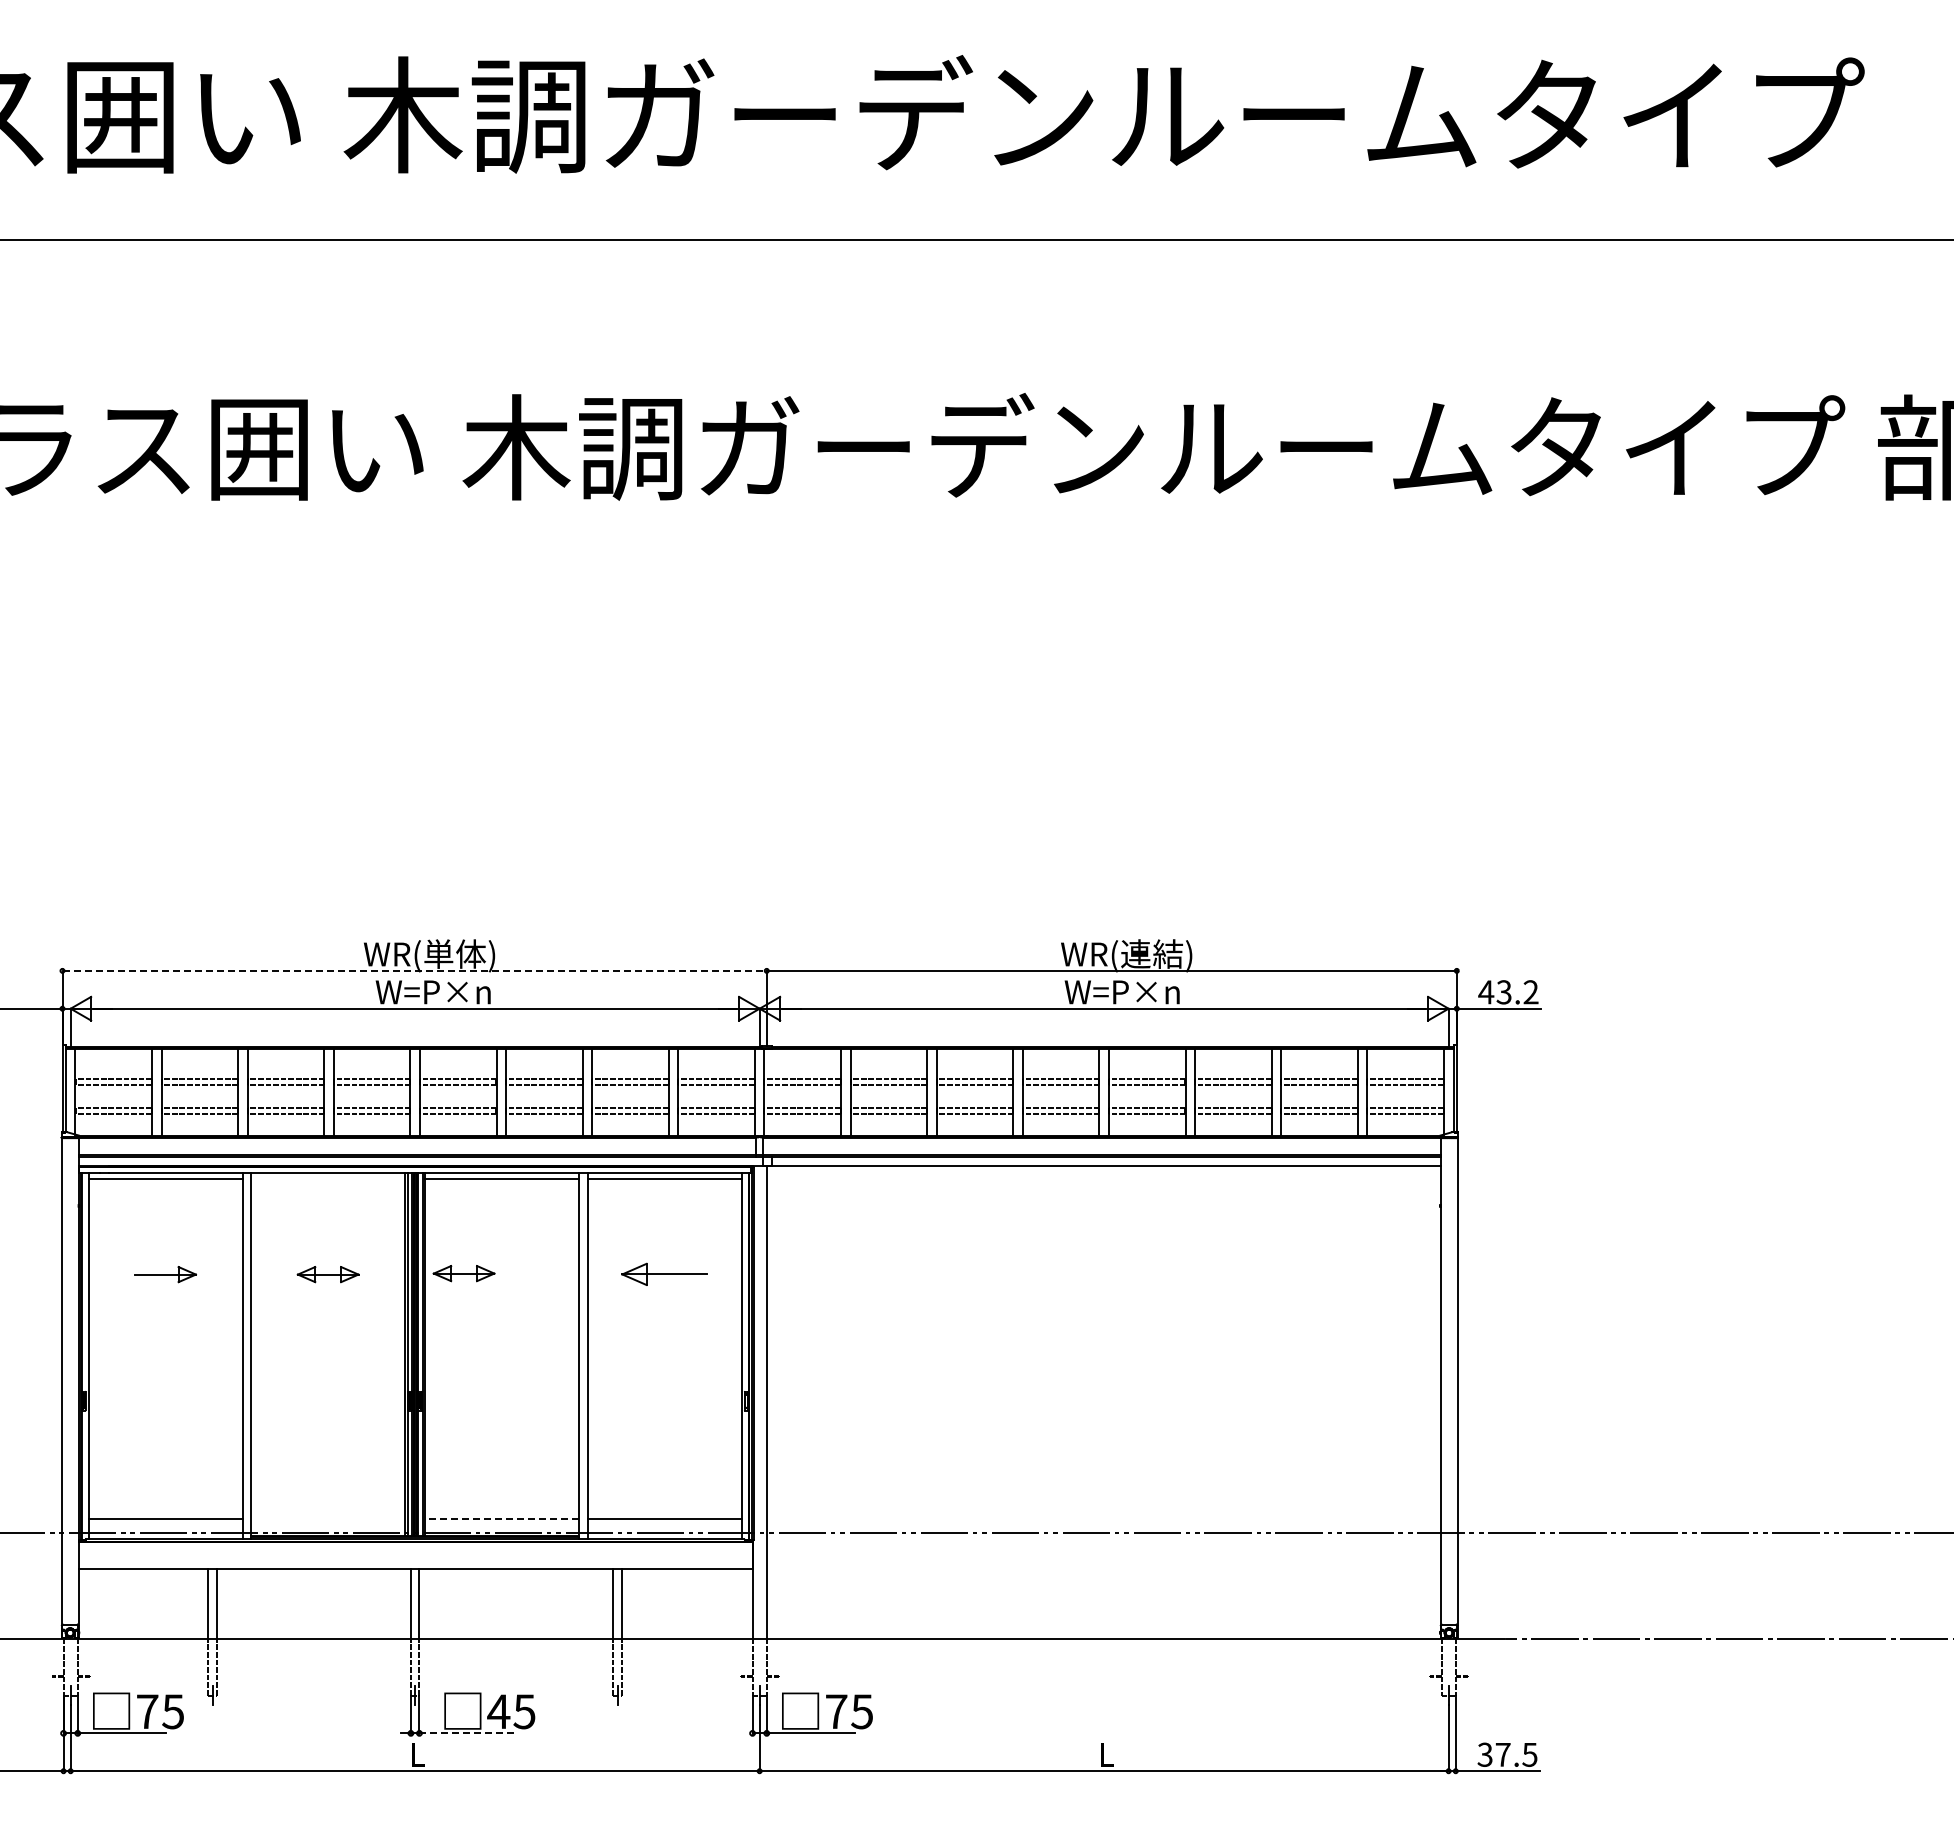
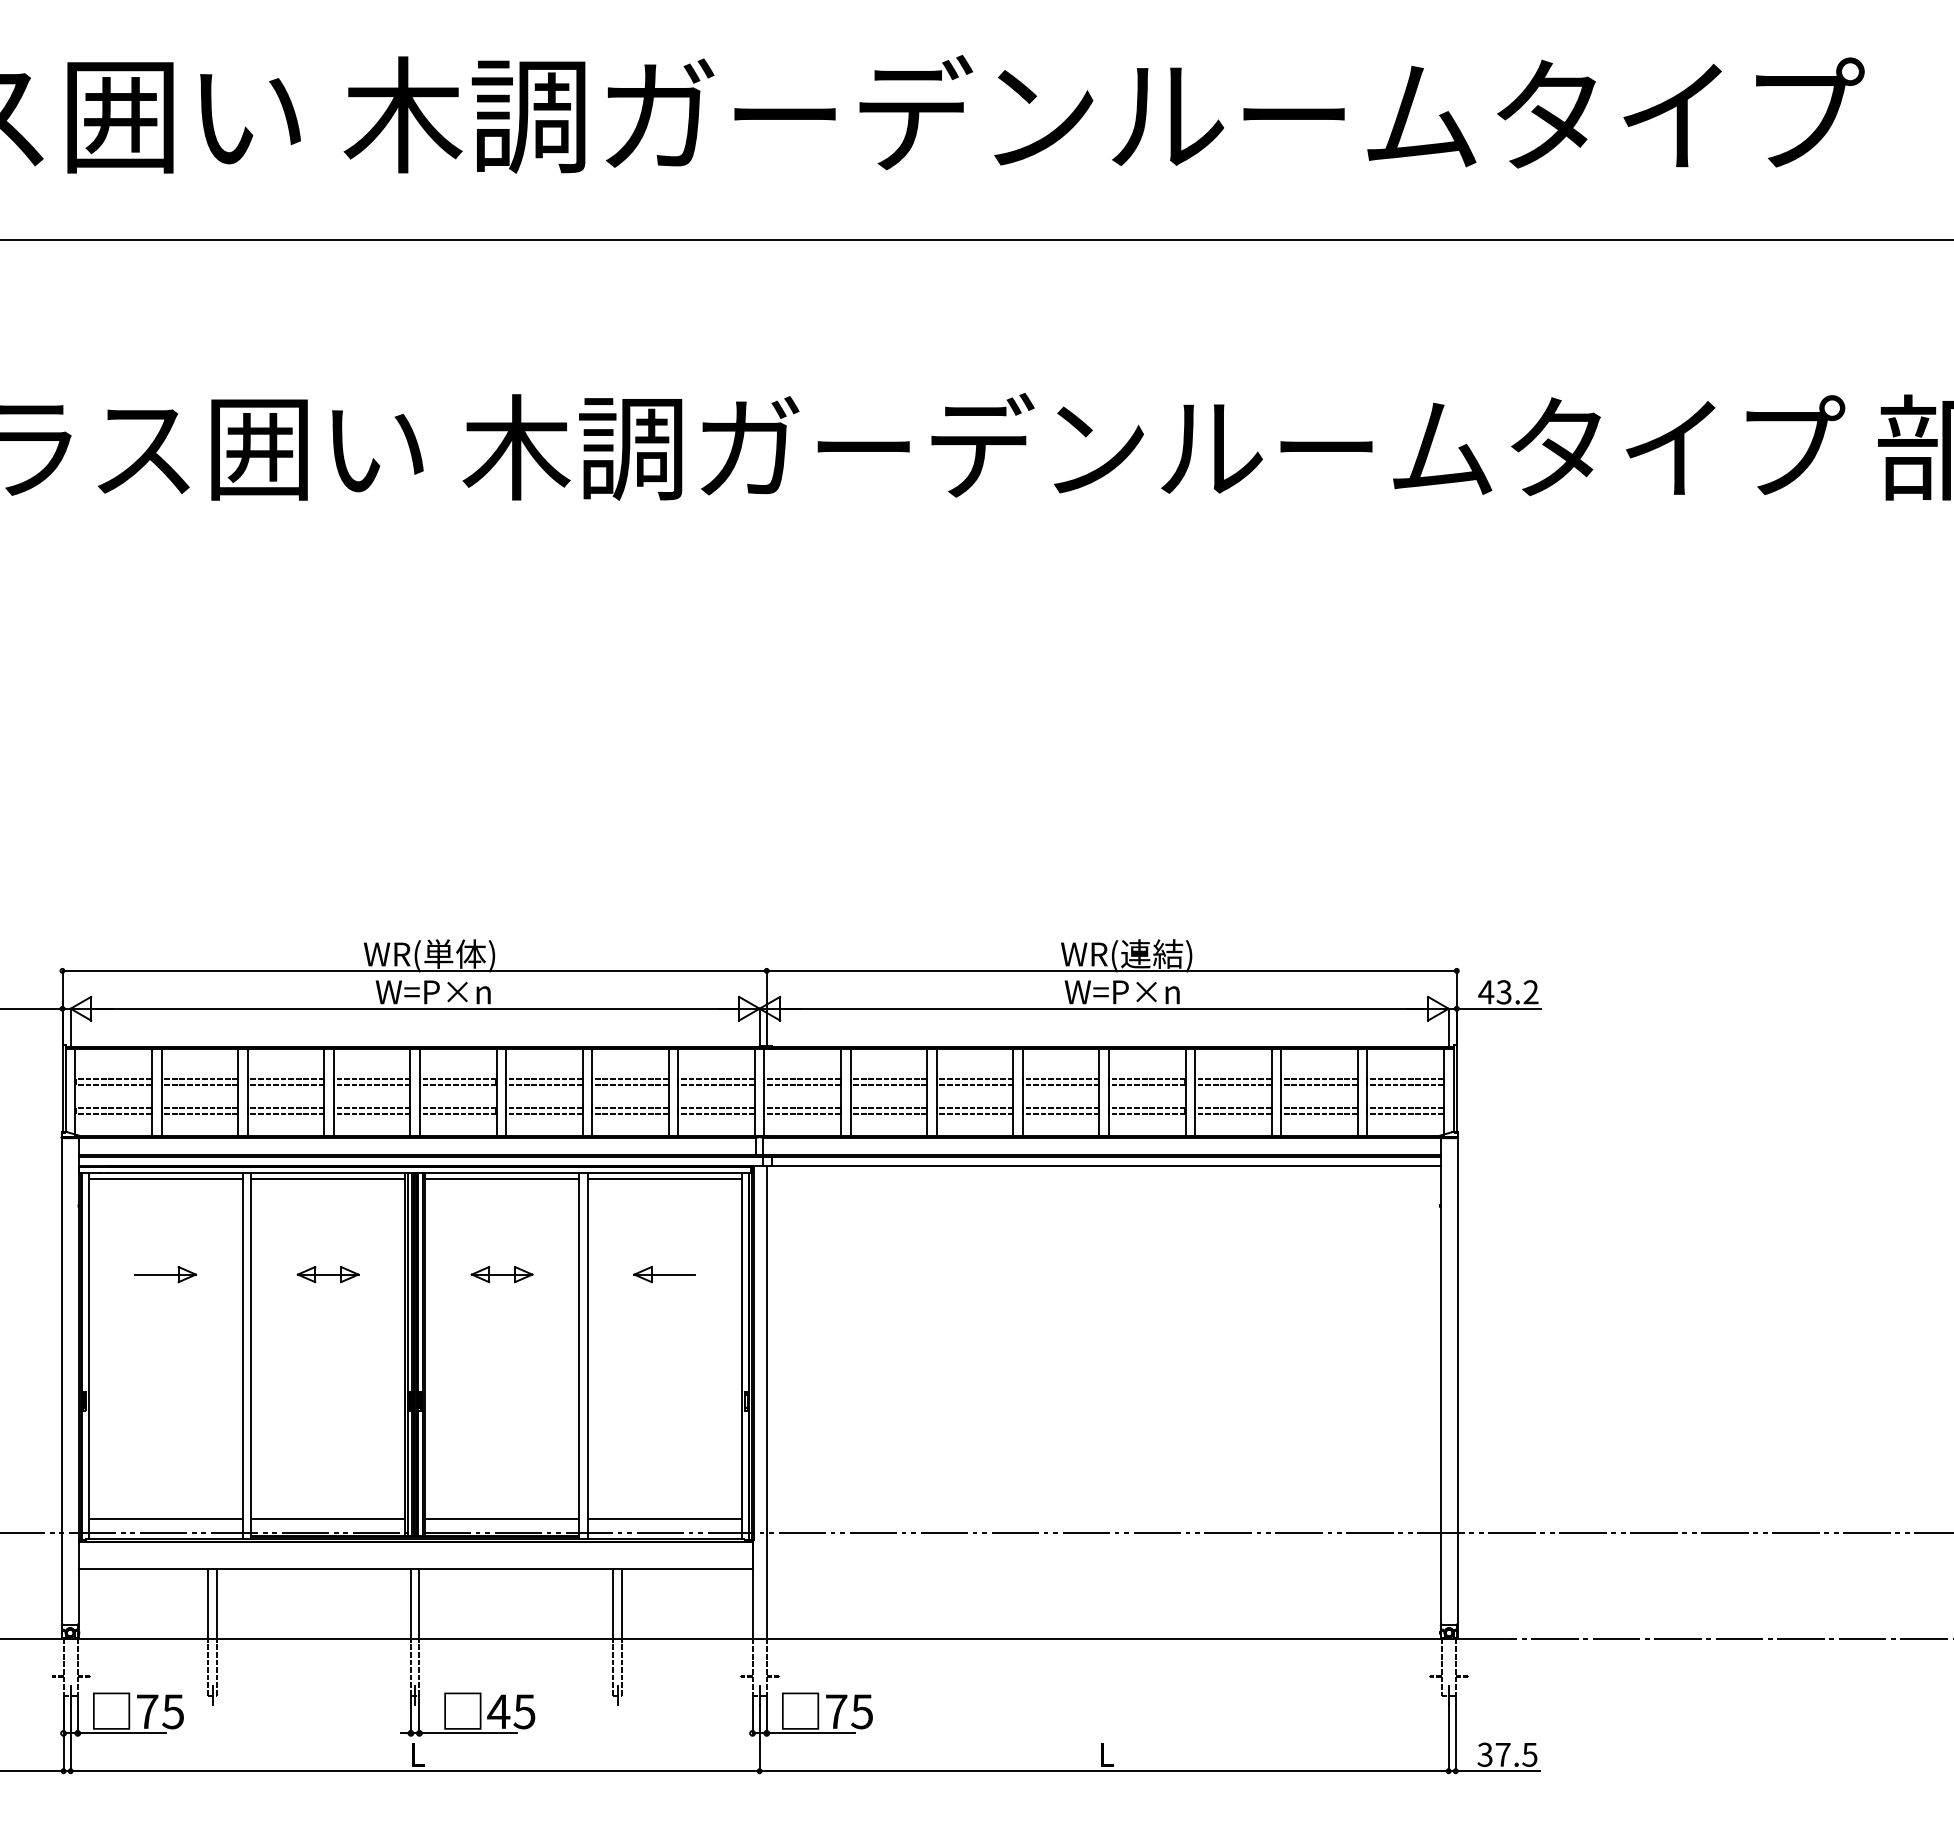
line at (415, 970): dashed -> solid
line at (328, 1178): none -> present
part at (463, 1273) position: (463, 1273) -> (501, 1274)
part at (664, 1273) size: 87x24 px -> 63x18 px
line at (328, 1518): none -> present
line at (501, 1518): dashed -> solid
line at (468, 1733): dashed -> solid
